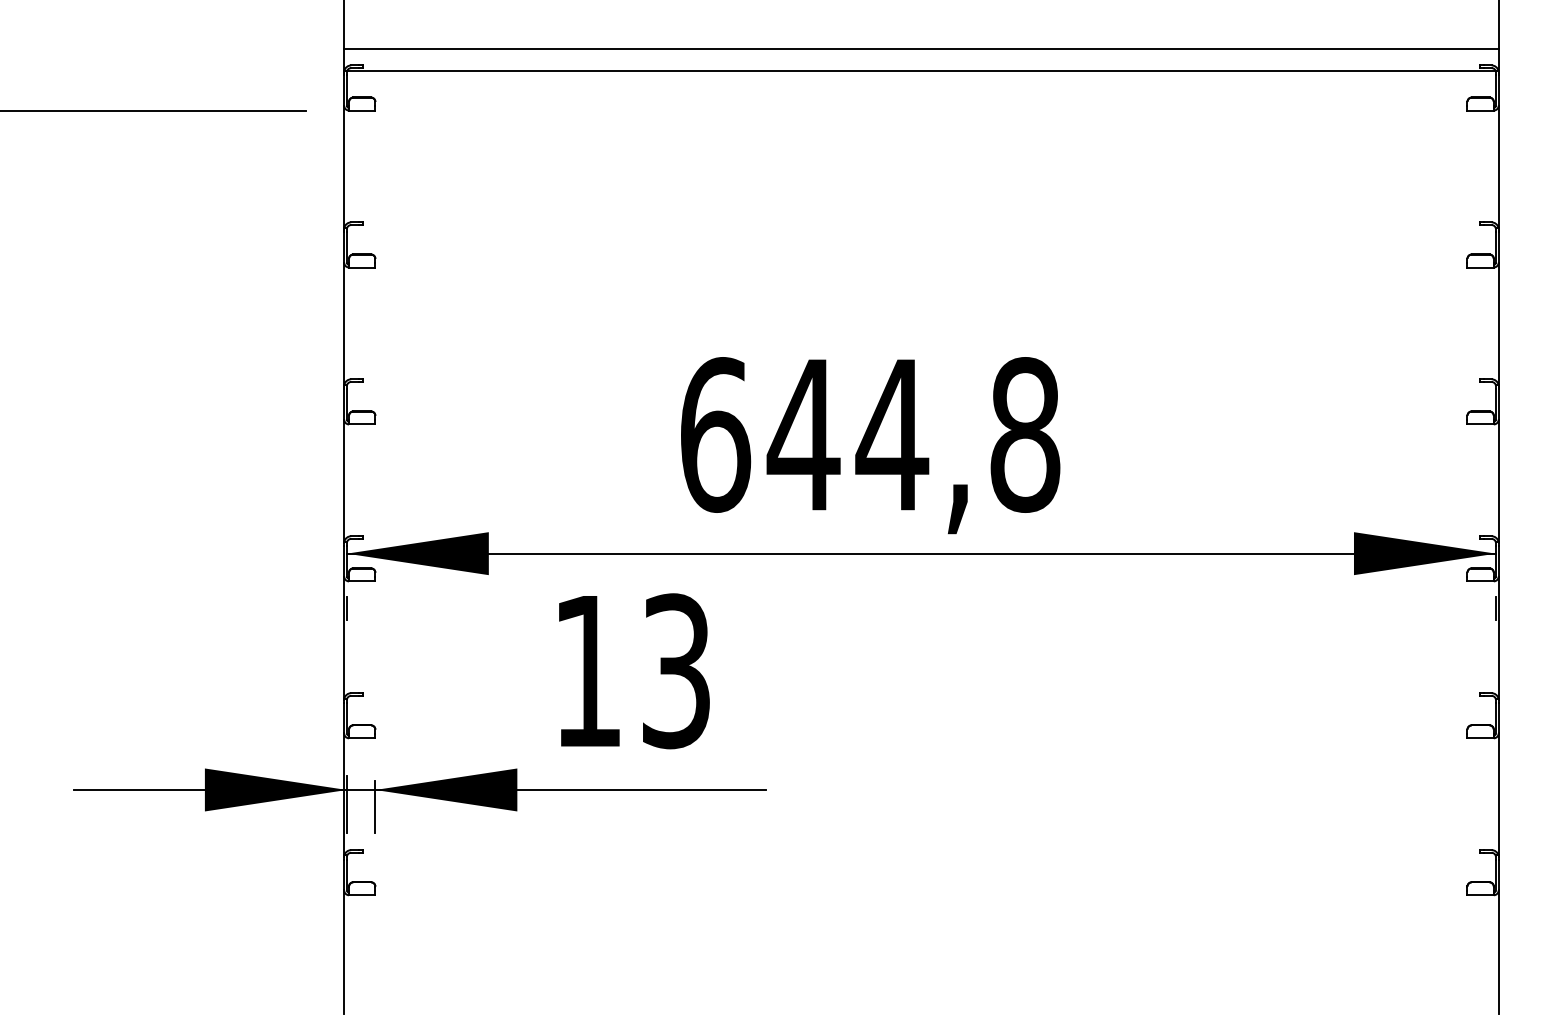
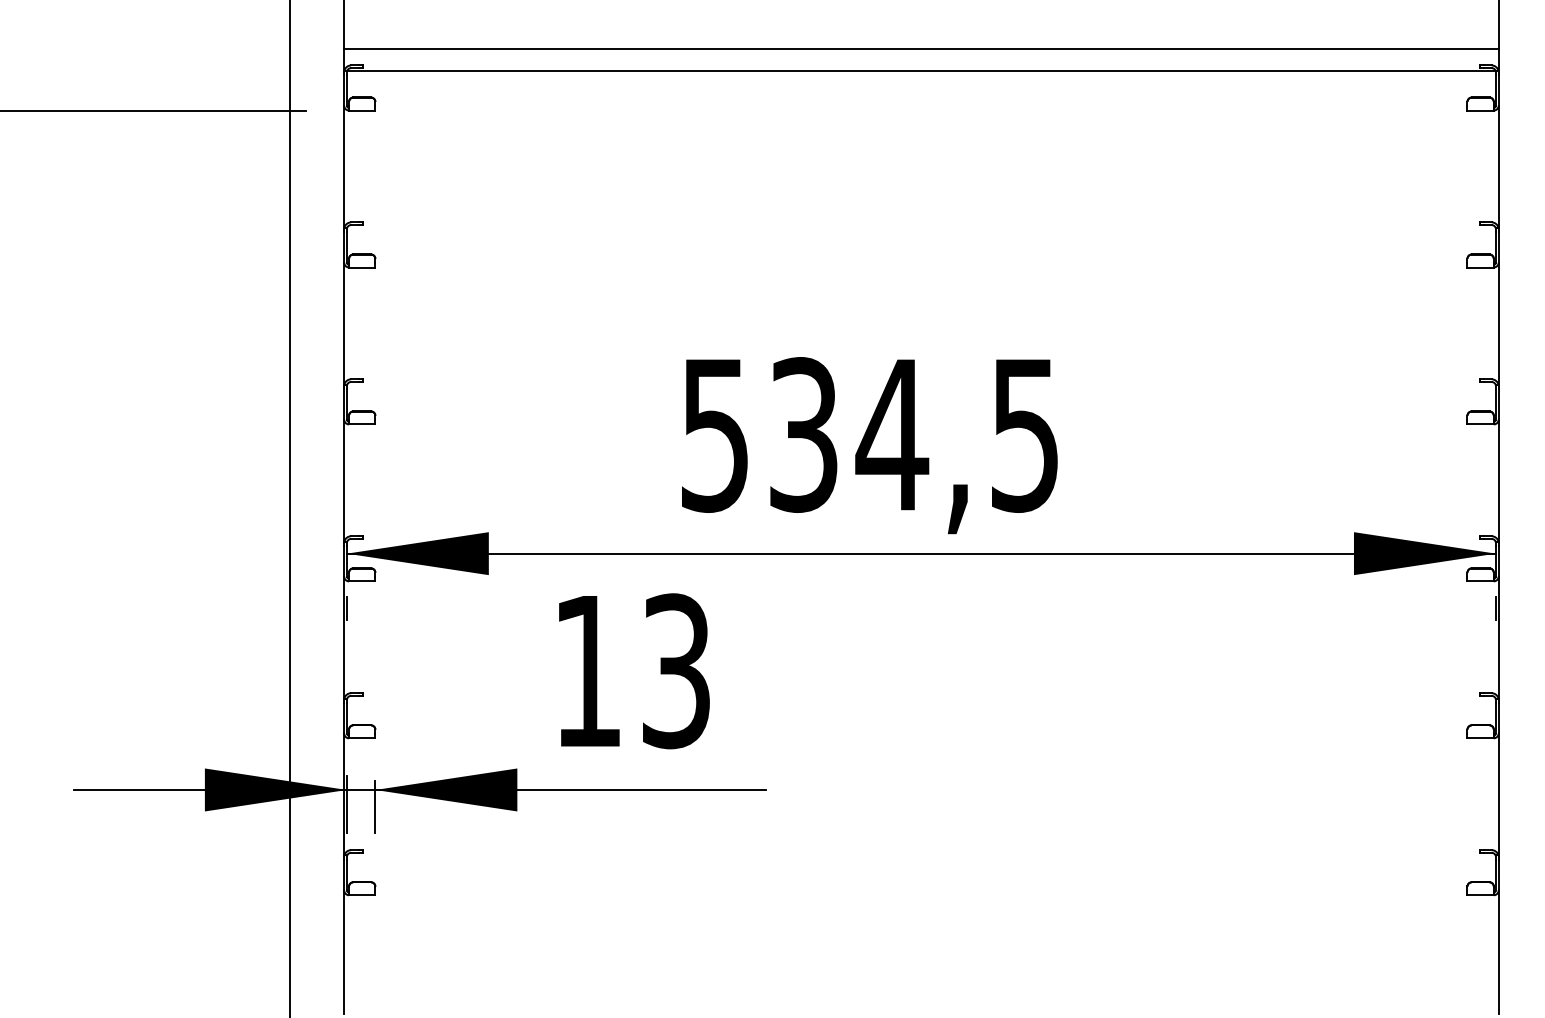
text at (870, 434): 644,8 -> 534,5
line at (290, 508): none -> present
